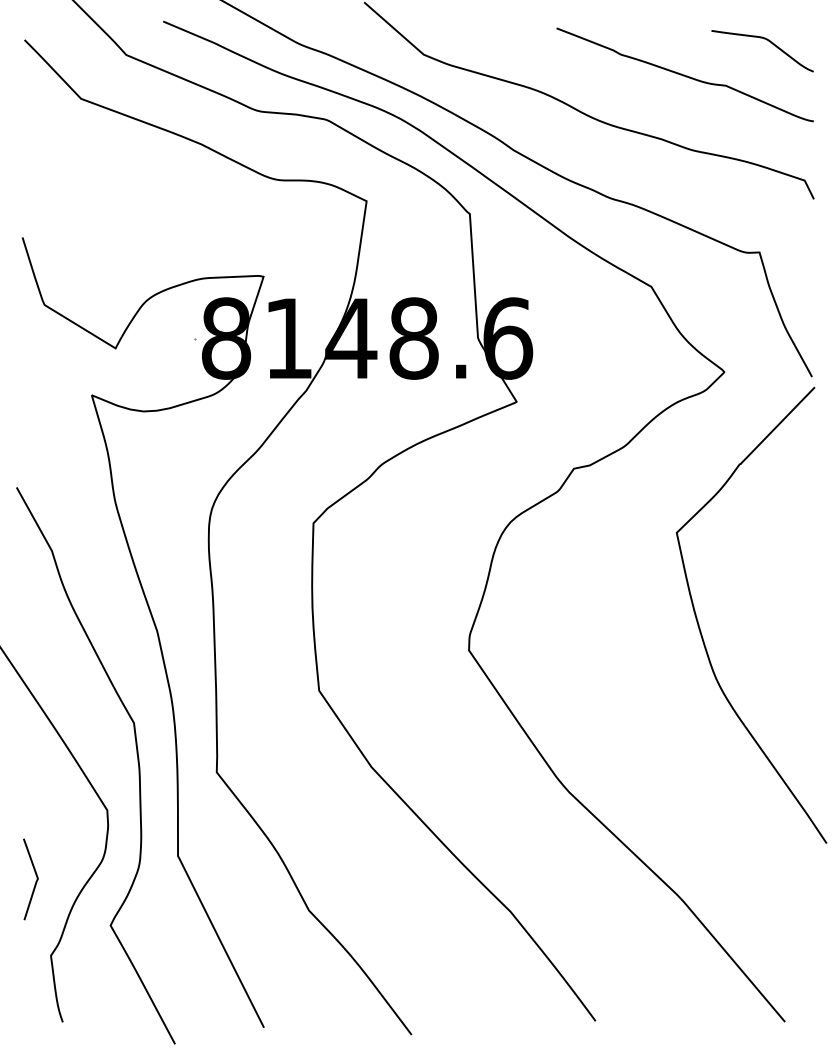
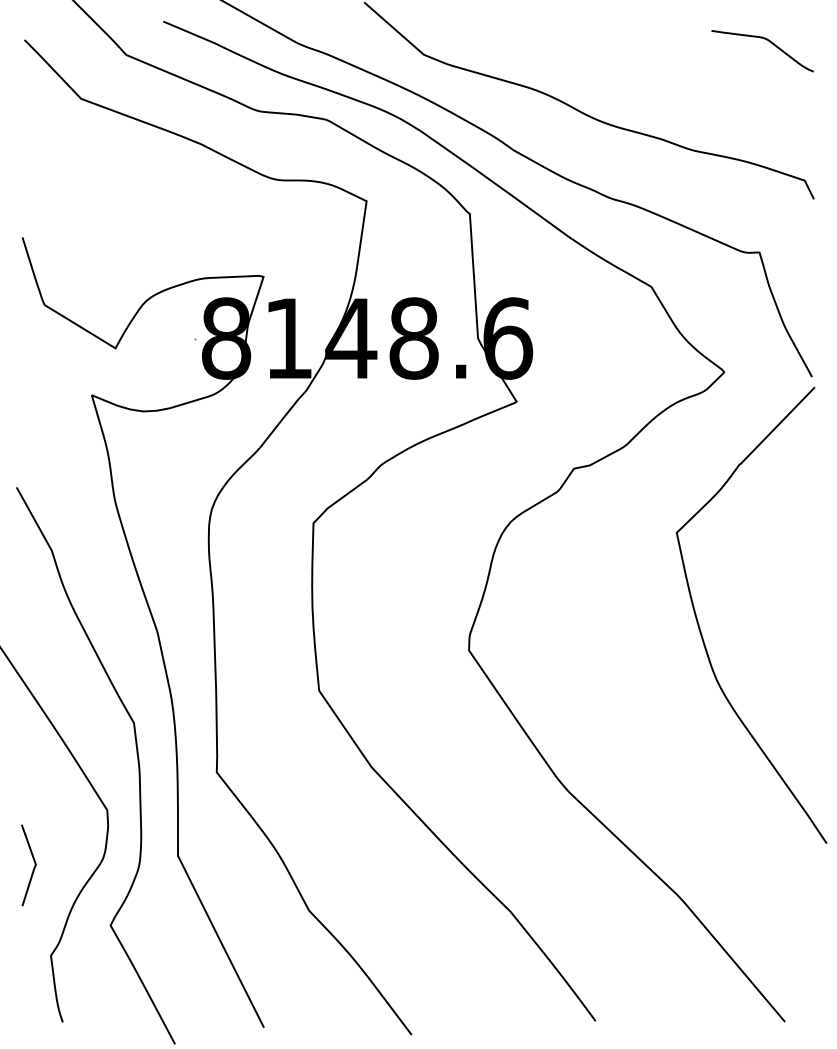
curve at (684, 74): present -> none
curve at (35, 881) position: (35, 881) -> (33, 867)
